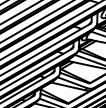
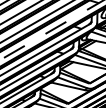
line at (51, 30): solid -> dashed
